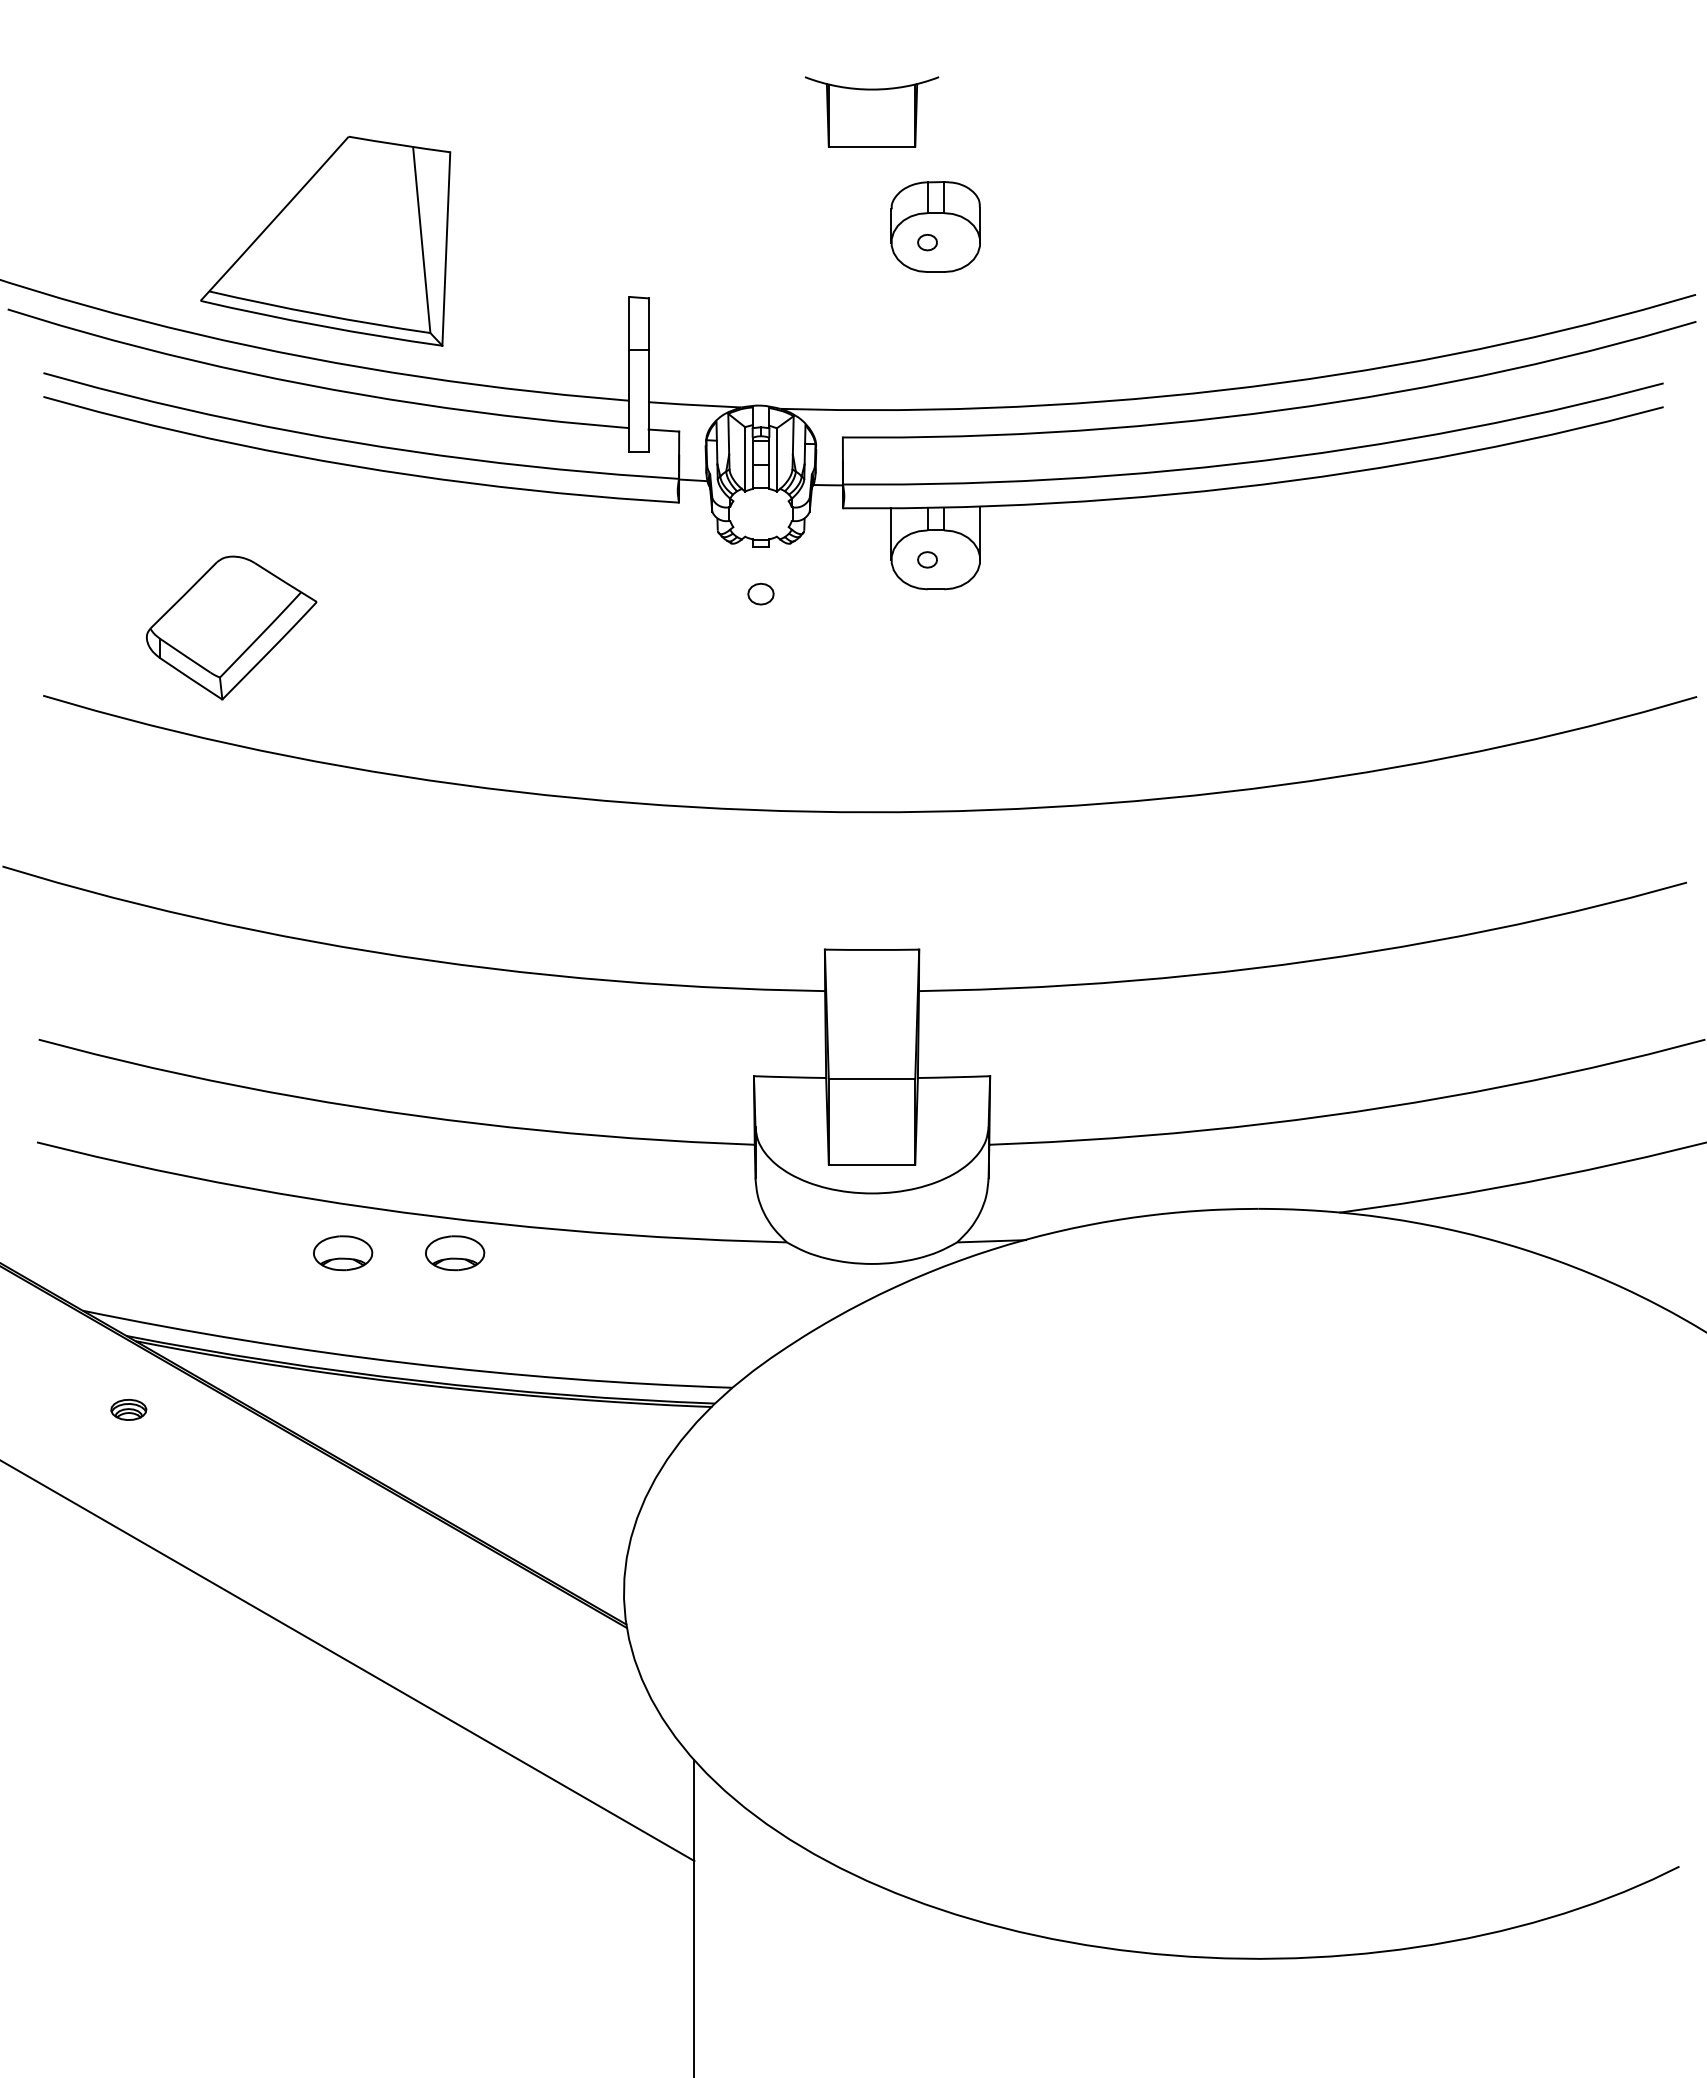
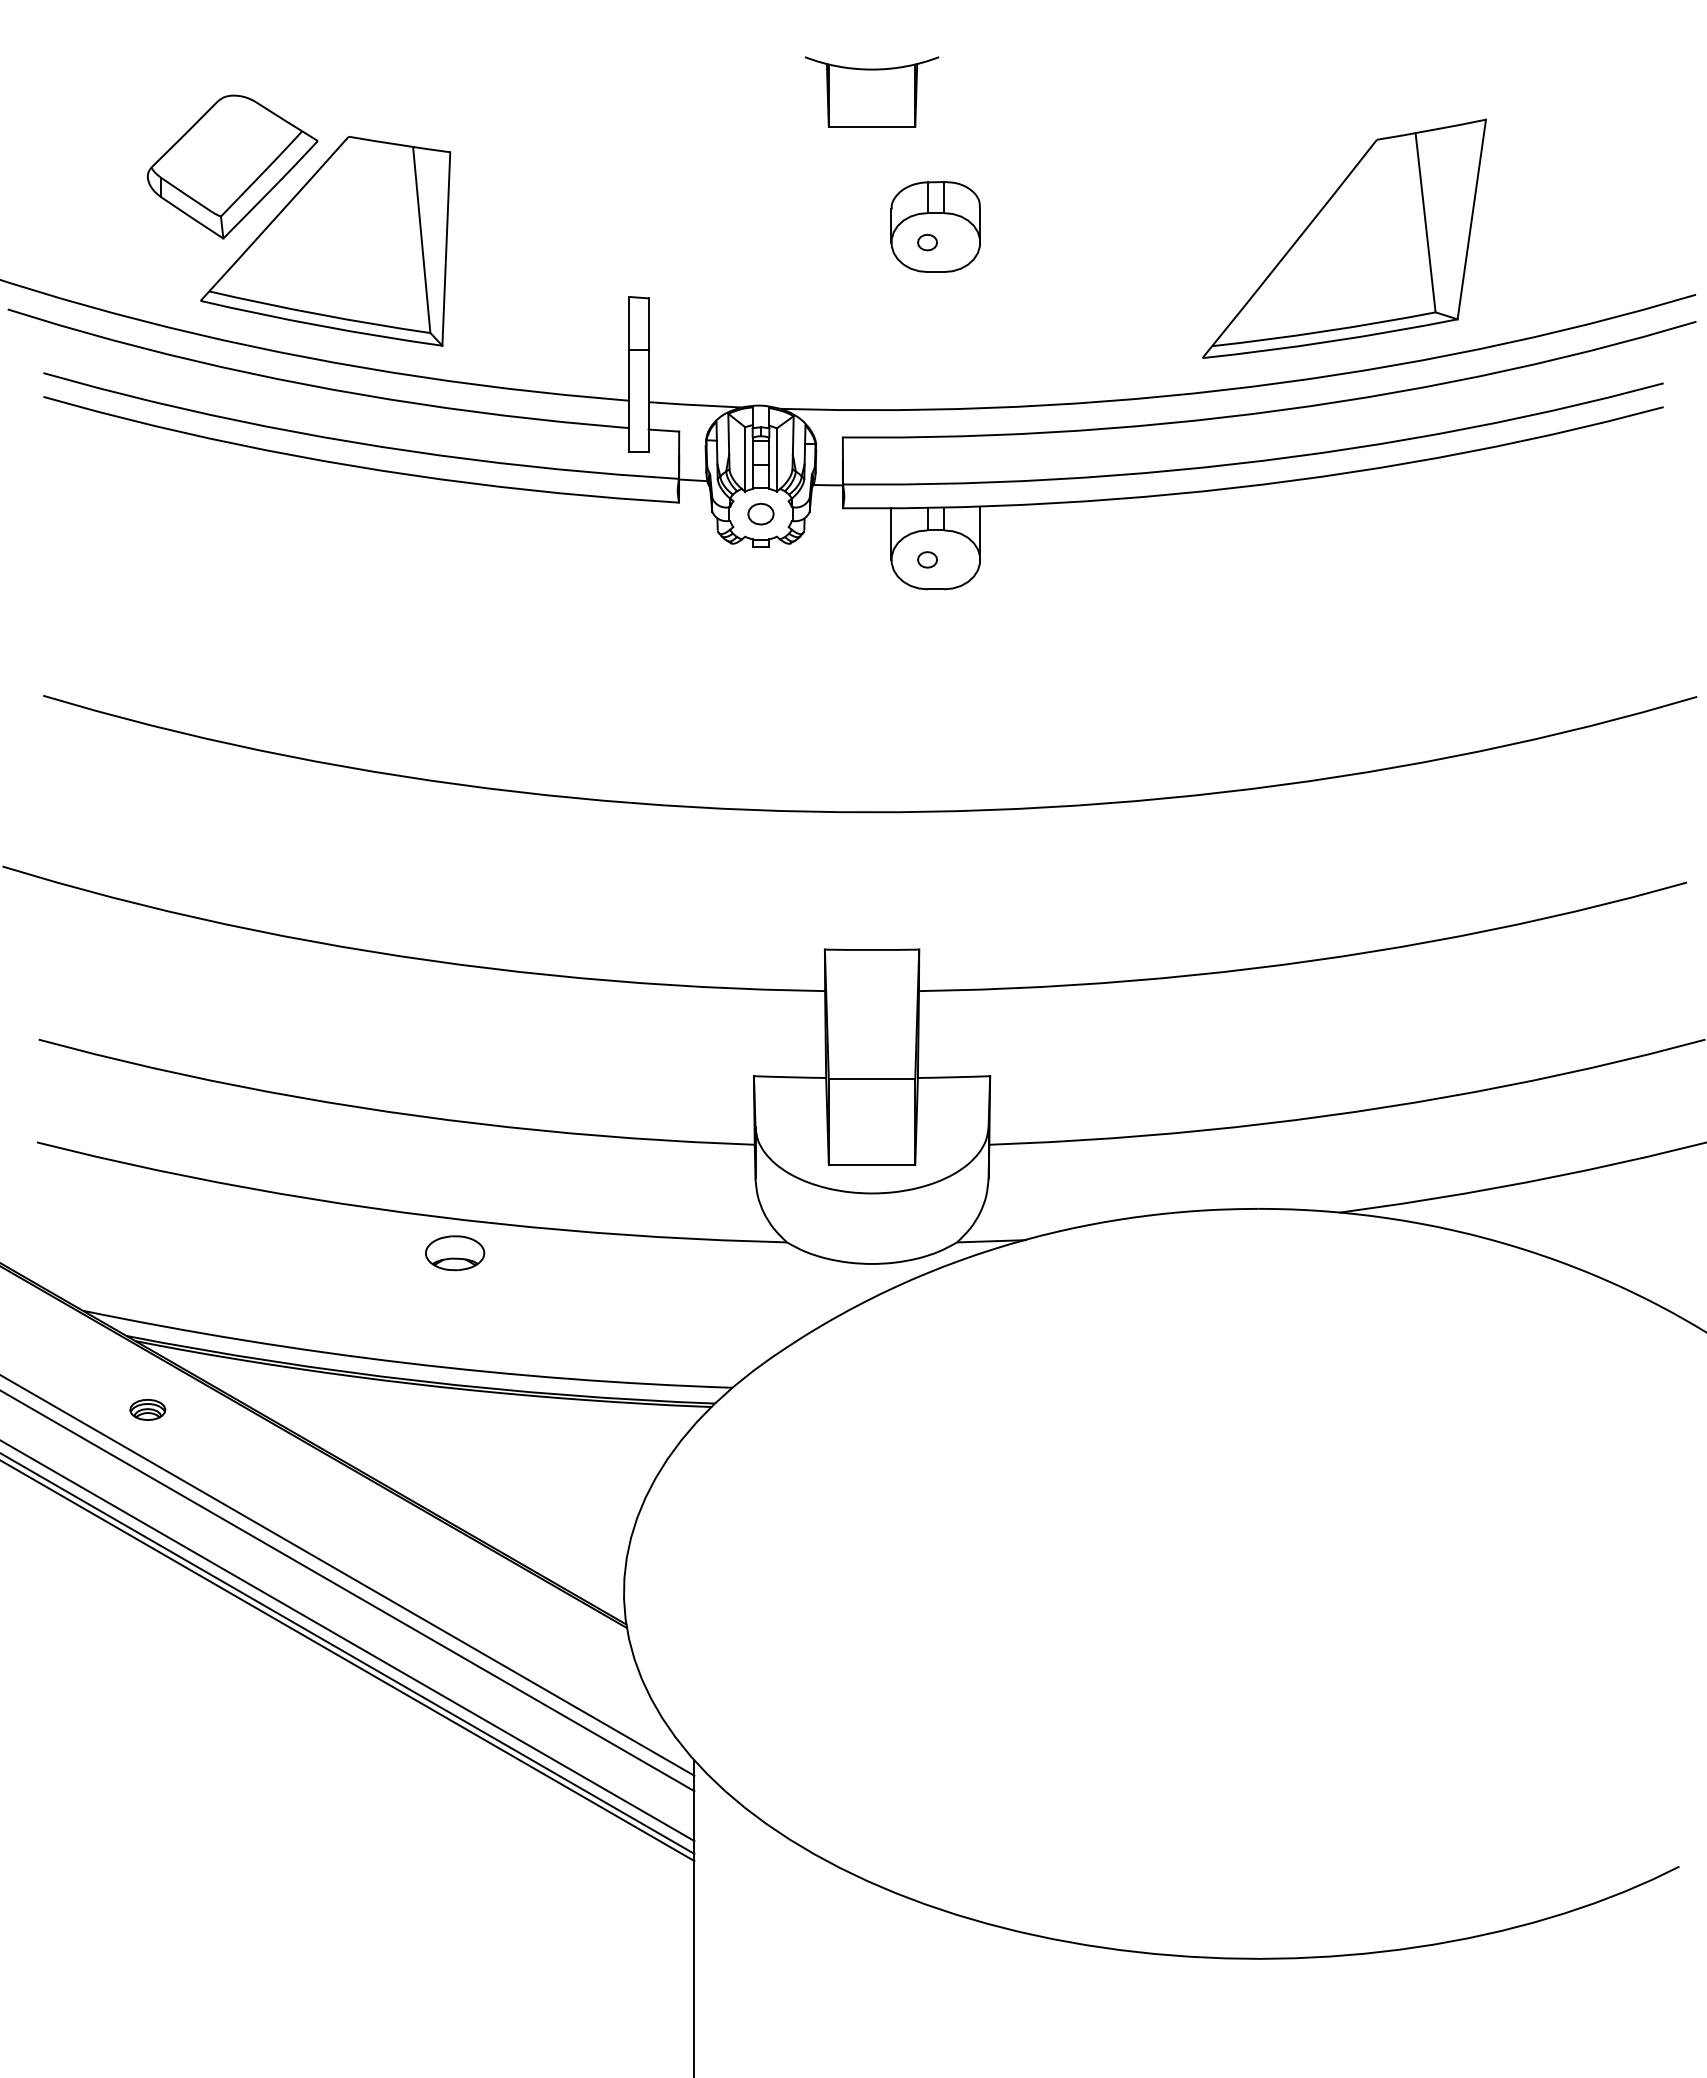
part at (871, 111) position: (871, 111) -> (871, 91)
part at (1344, 238): none -> present
part at (760, 593) position: (760, 593) -> (760, 513)
part at (231, 627) position: (231, 627) -> (232, 166)
part at (343, 1253): present -> none
part at (128, 1409) position: (128, 1409) -> (147, 1409)
line at (348, 1575): none -> present
line at (348, 1591): none -> present
line at (348, 1641): none -> present
line at (348, 1653): none -> present
